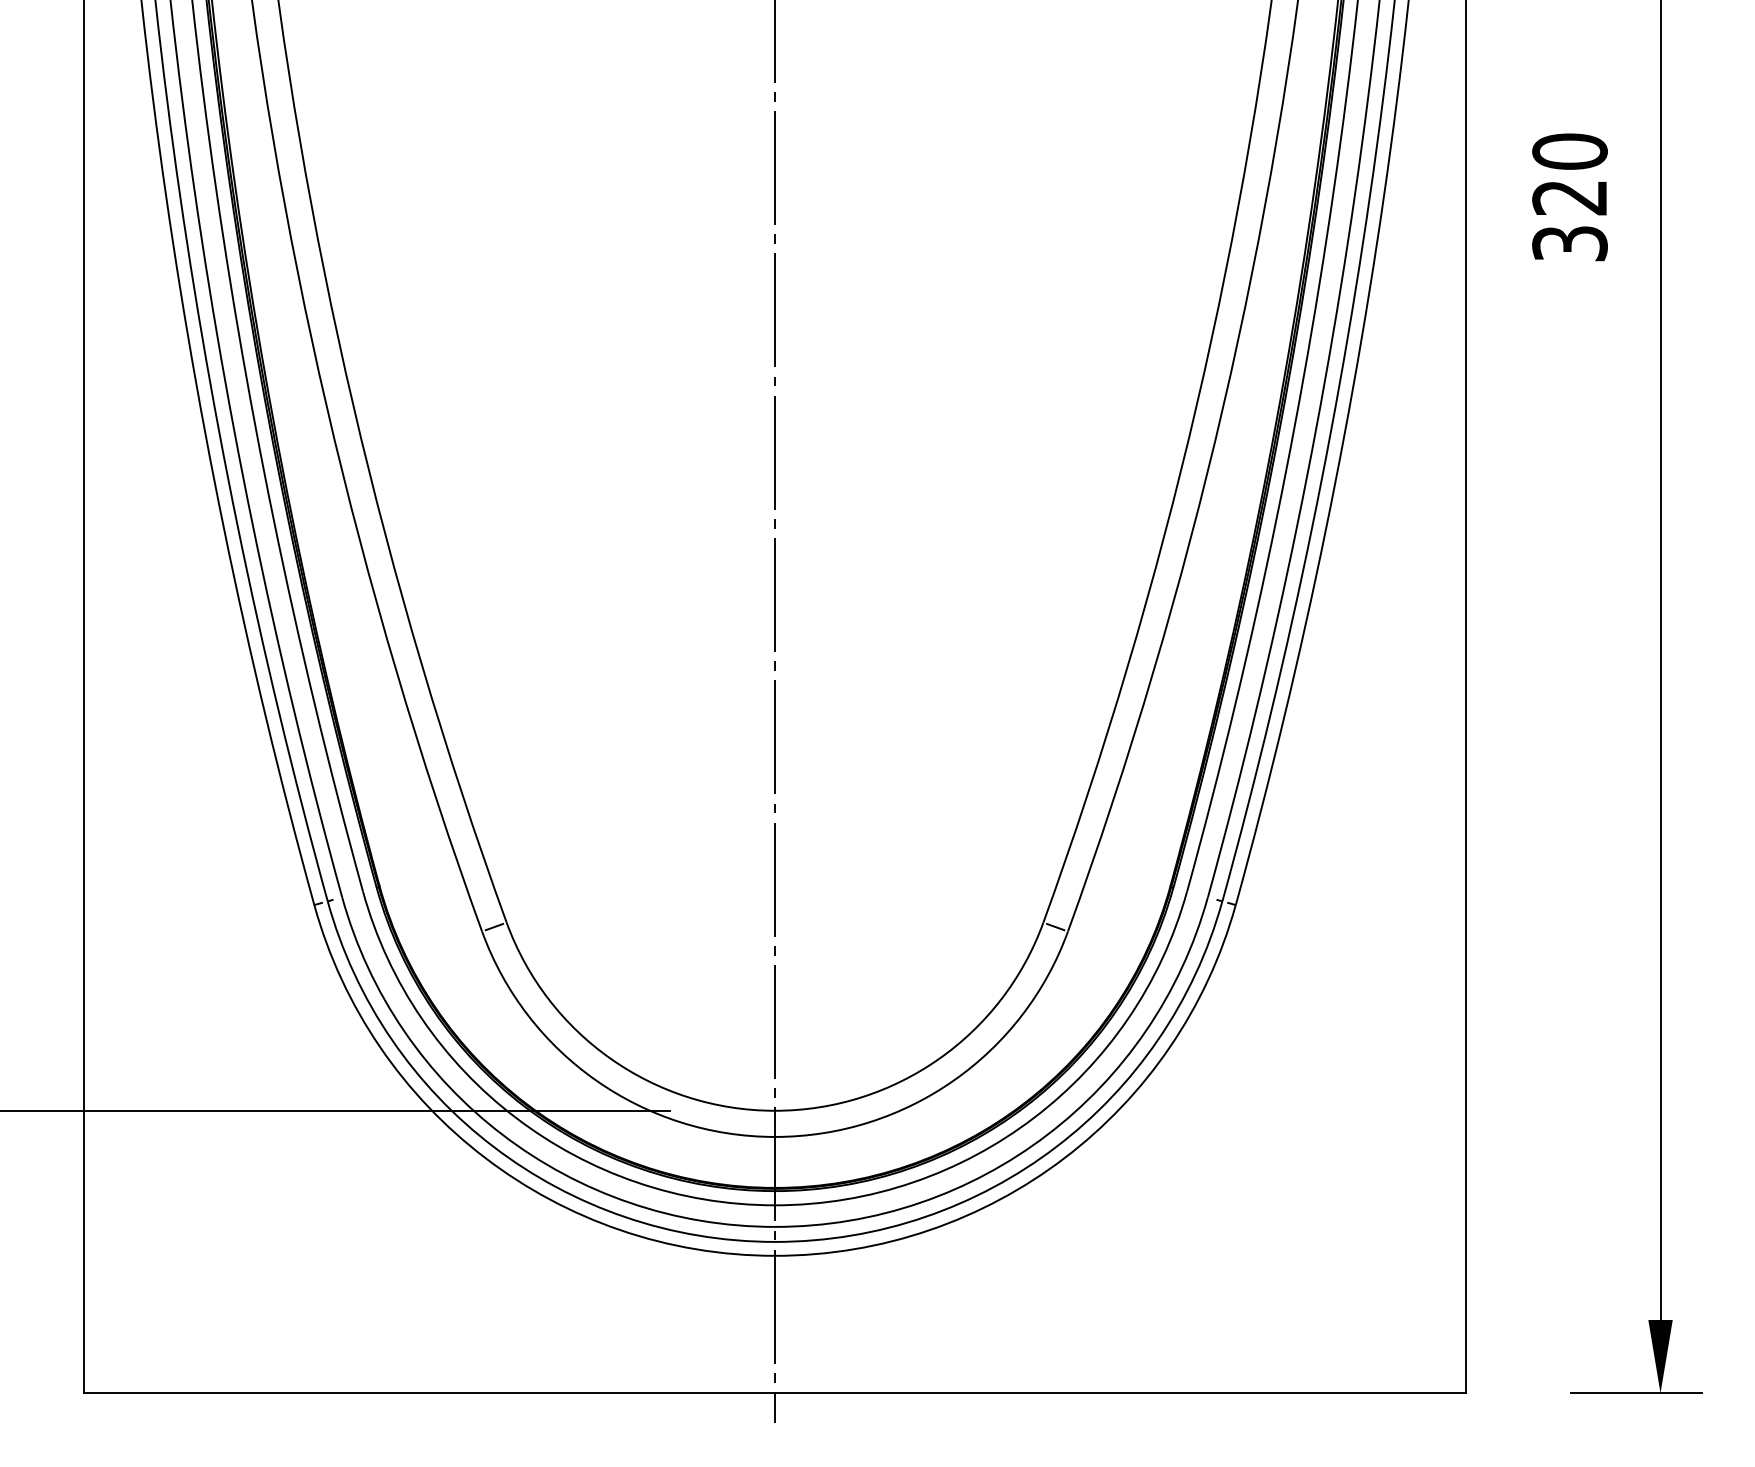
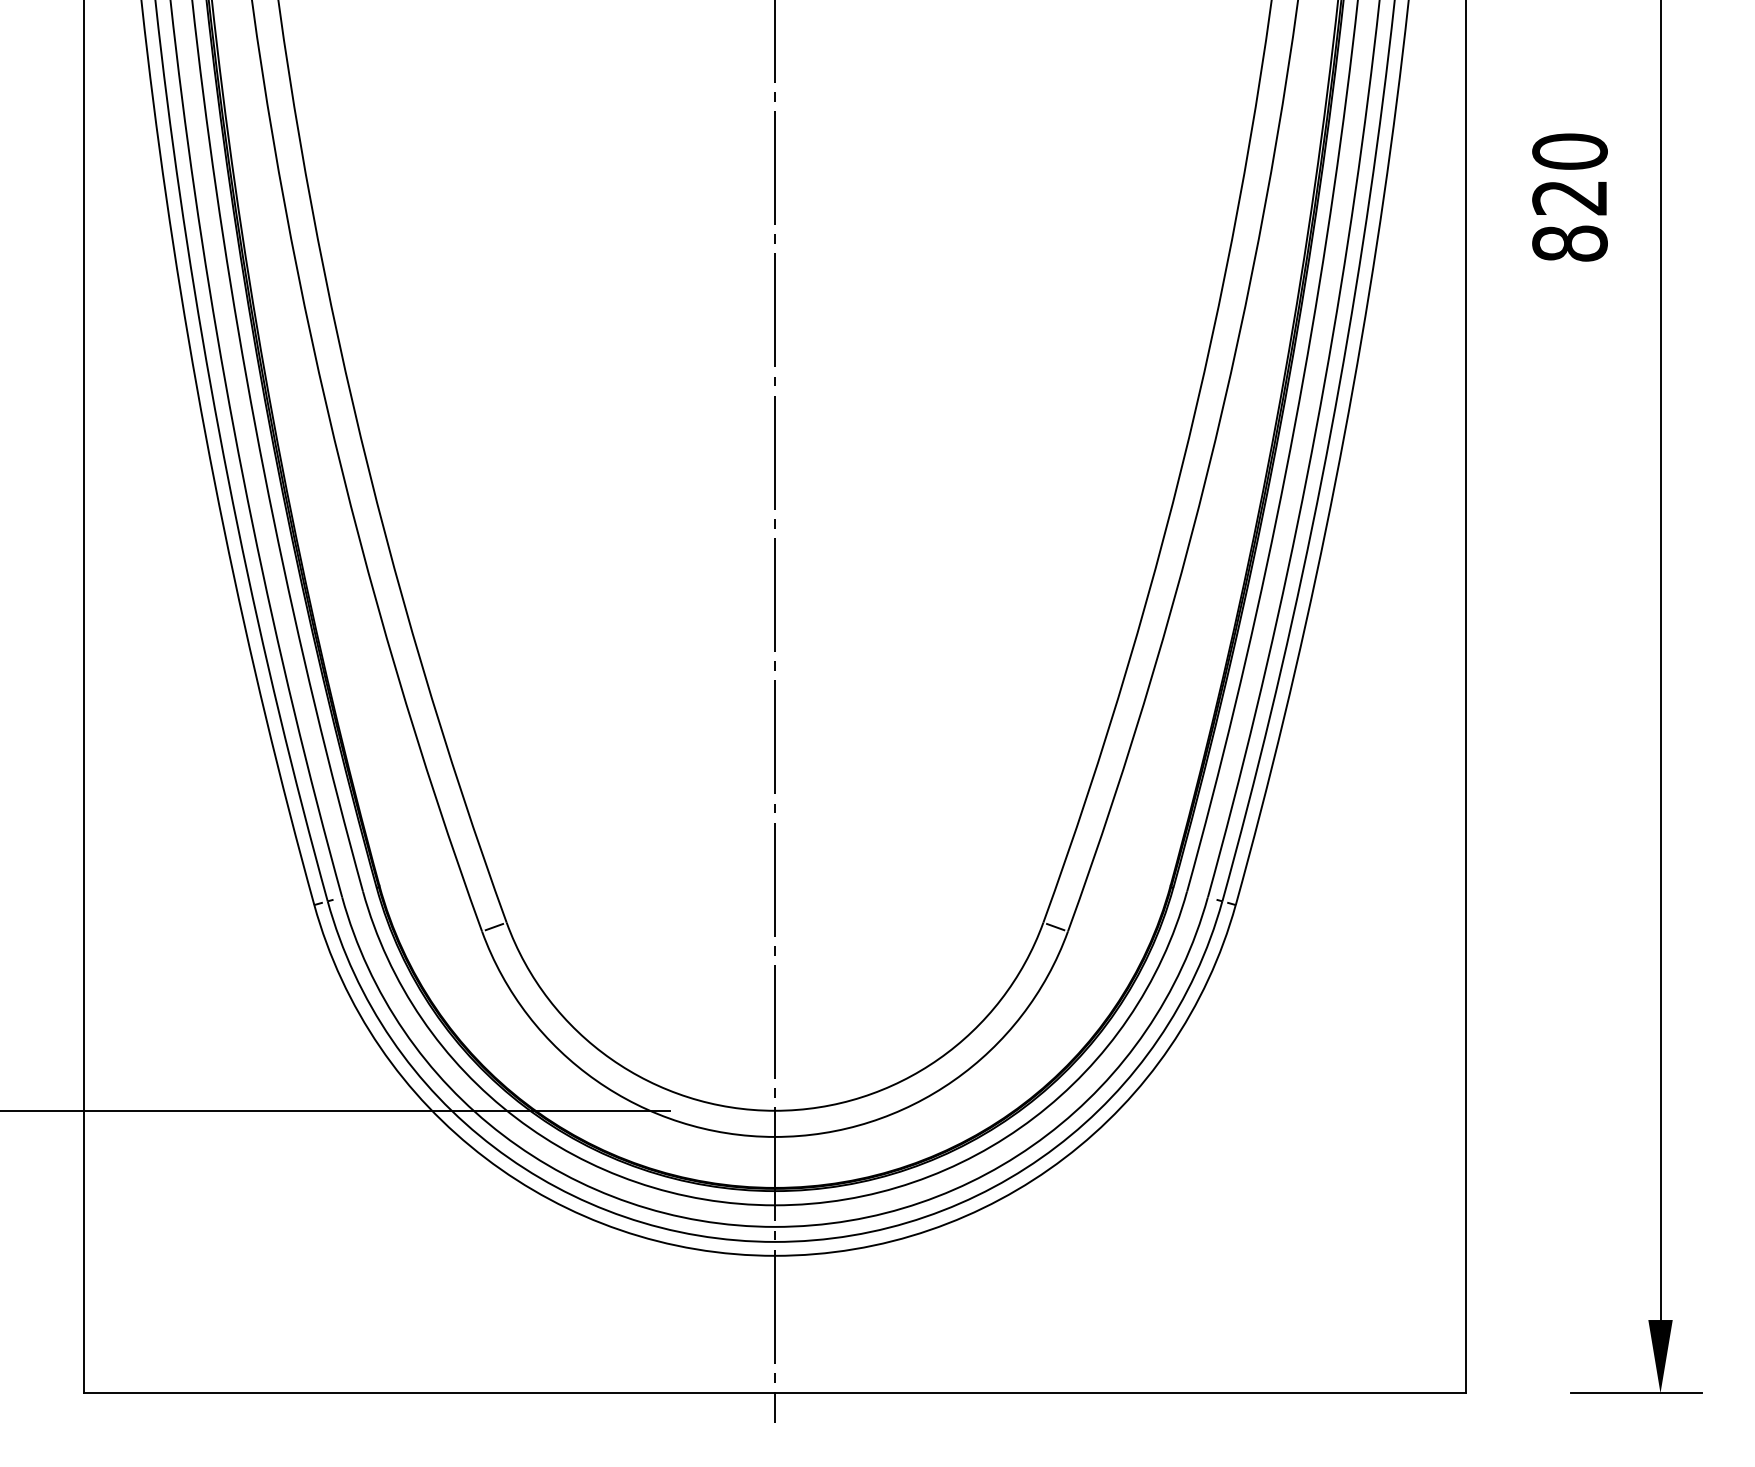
text at (1569, 243): 320 -> 820
